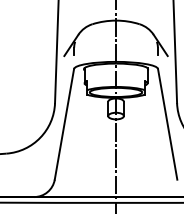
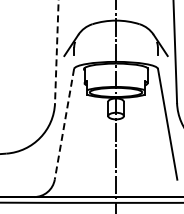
line at (56, 52): solid -> dashed
line at (64, 124): solid -> dashed
